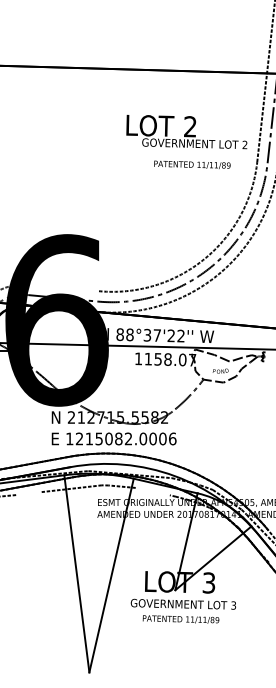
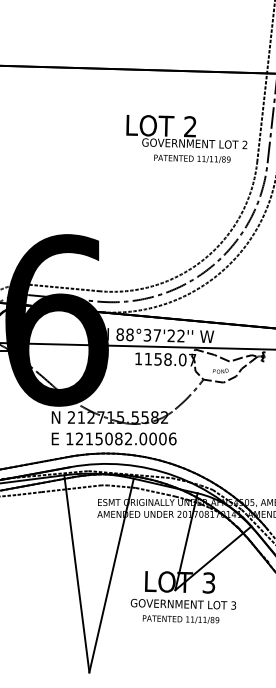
text at (192, 164) position: (192, 164) -> (192, 158)
line at (64, 287): none -> present
line at (152, 491): none -> present
line at (28, 493): none -> present
